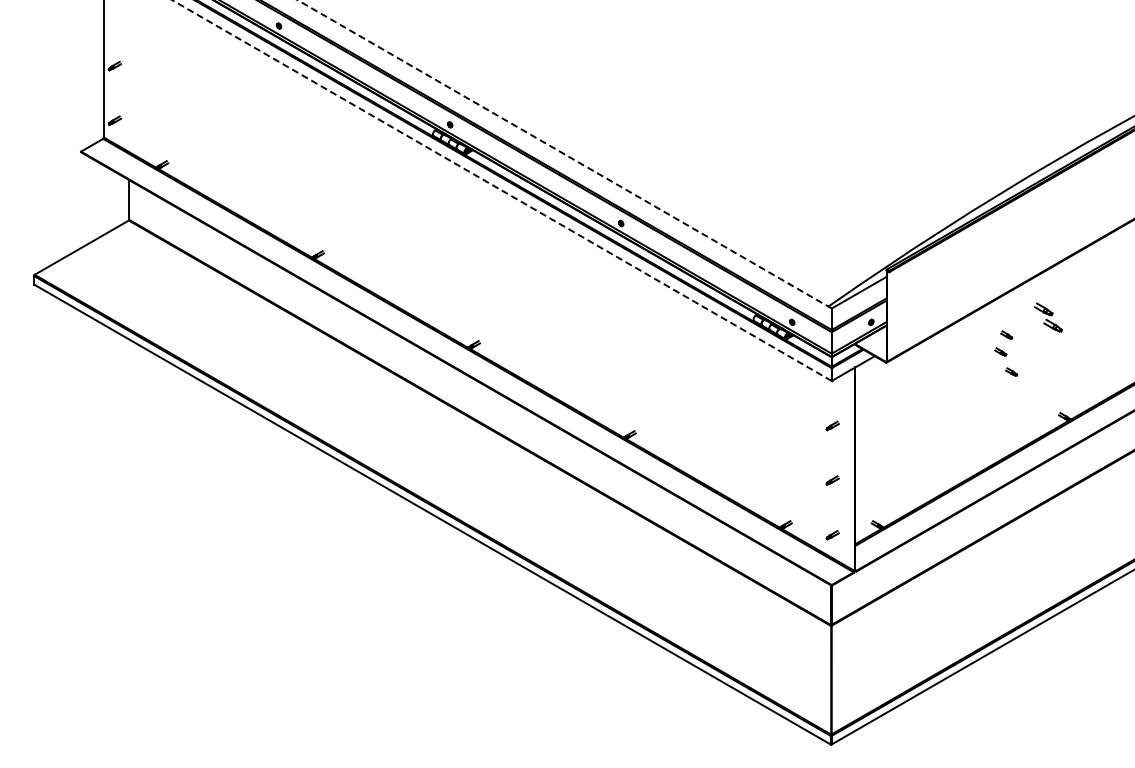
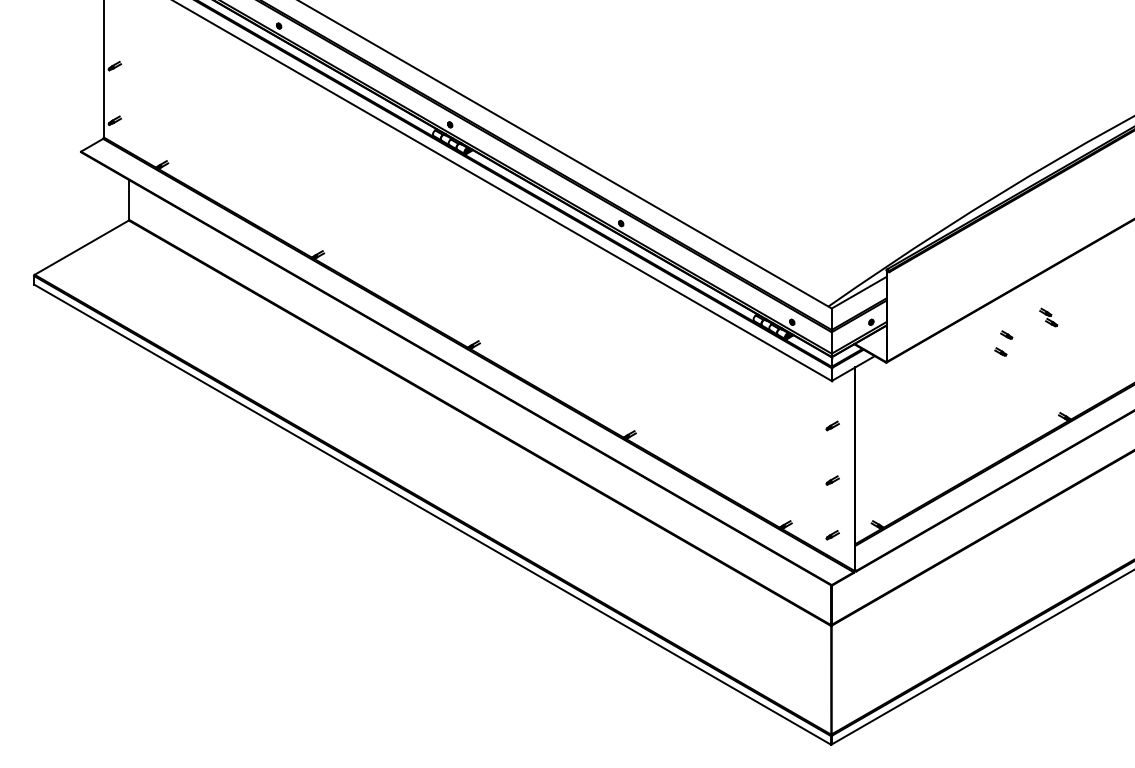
line at (564, 154): dashed -> solid
line at (501, 190): dashed -> solid
part at (1047, 317) size: 30x31 px -> 20x21 px
part at (1011, 371): present -> none
